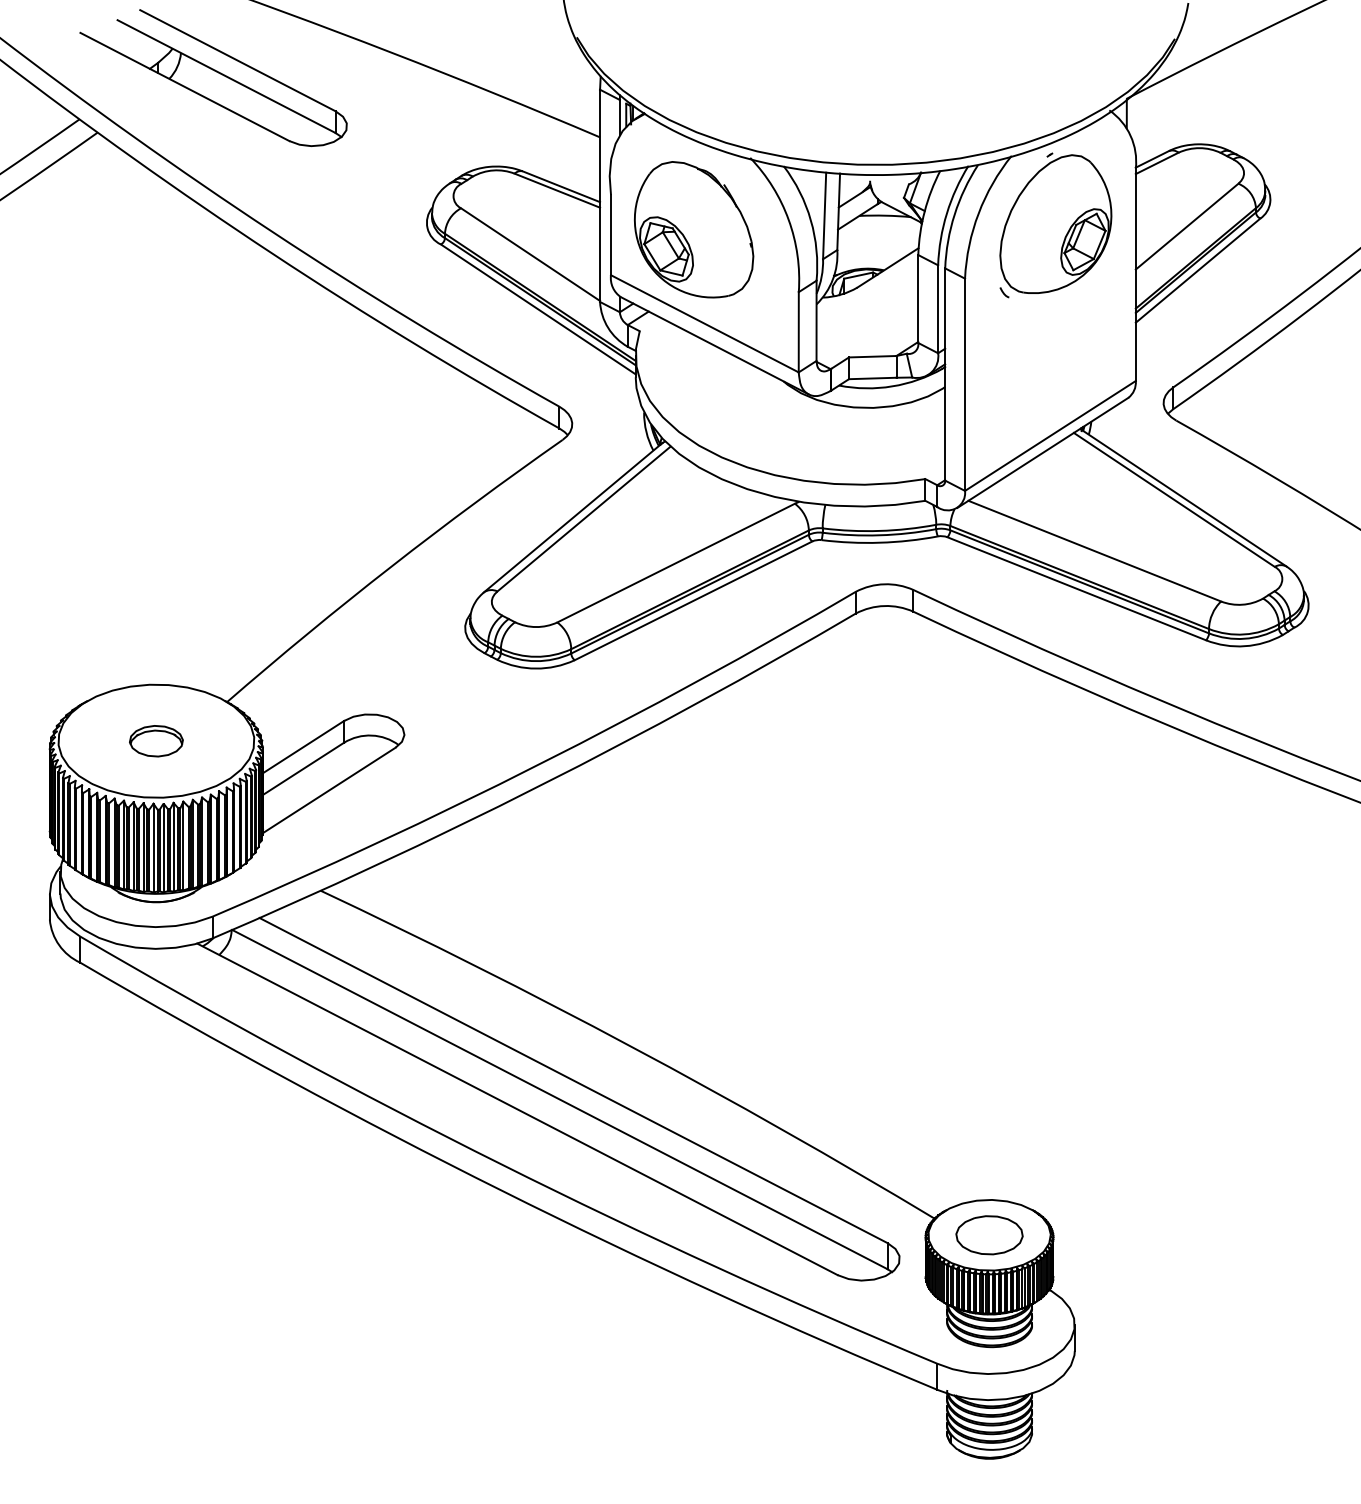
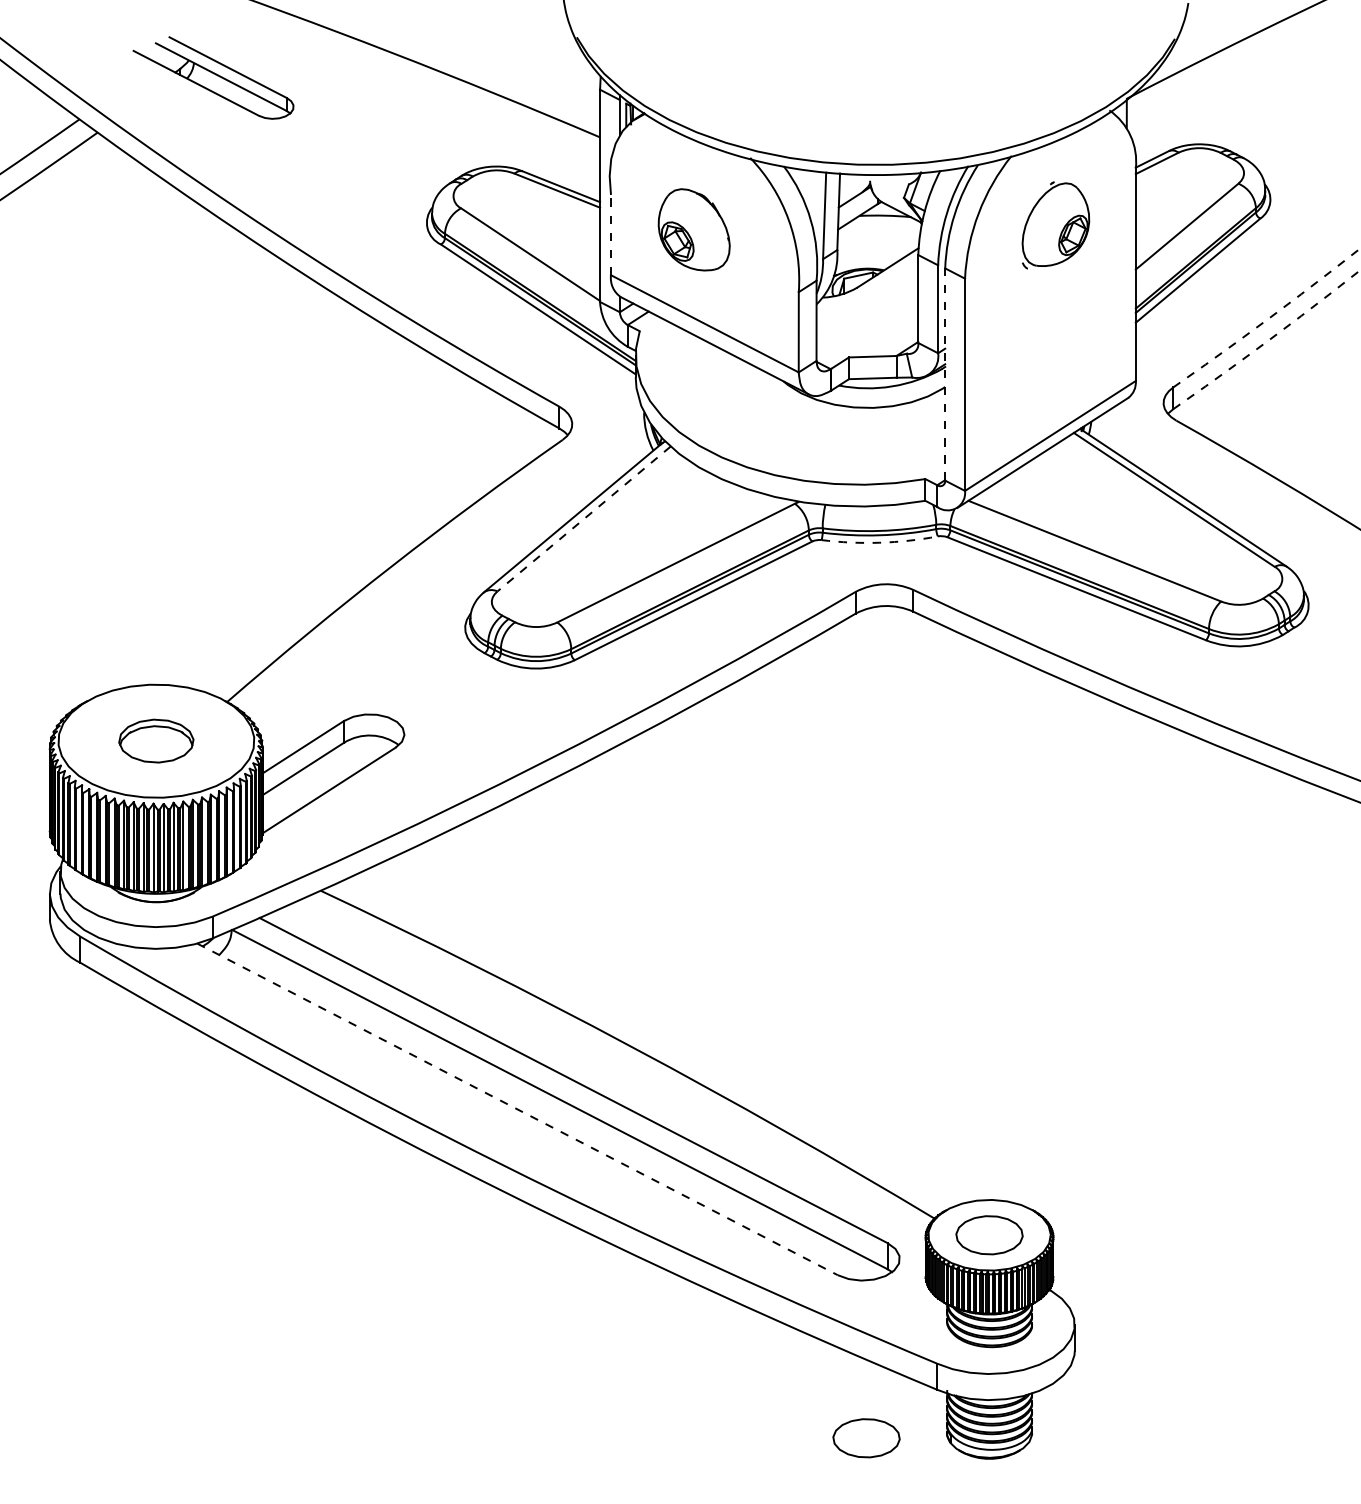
part at (213, 77) size: 269x138 px -> 163x84 px
part at (1055, 225) size: 114x147 px -> 70x89 px
part at (694, 229) size: 121x138 px -> 74x84 px
line at (611, 234): solid -> dashed
arc at (1268, 318): solid -> dashed
arc at (1268, 340): solid -> dashed
line at (945, 374): solid -> dashed
line at (584, 519): solid -> dashed
arc at (879, 542): solid -> dashed
part at (156, 741) size: 55x33 px -> 77x46 px
line at (517, 1109): solid -> dashed
part at (866, 1438): none -> present
